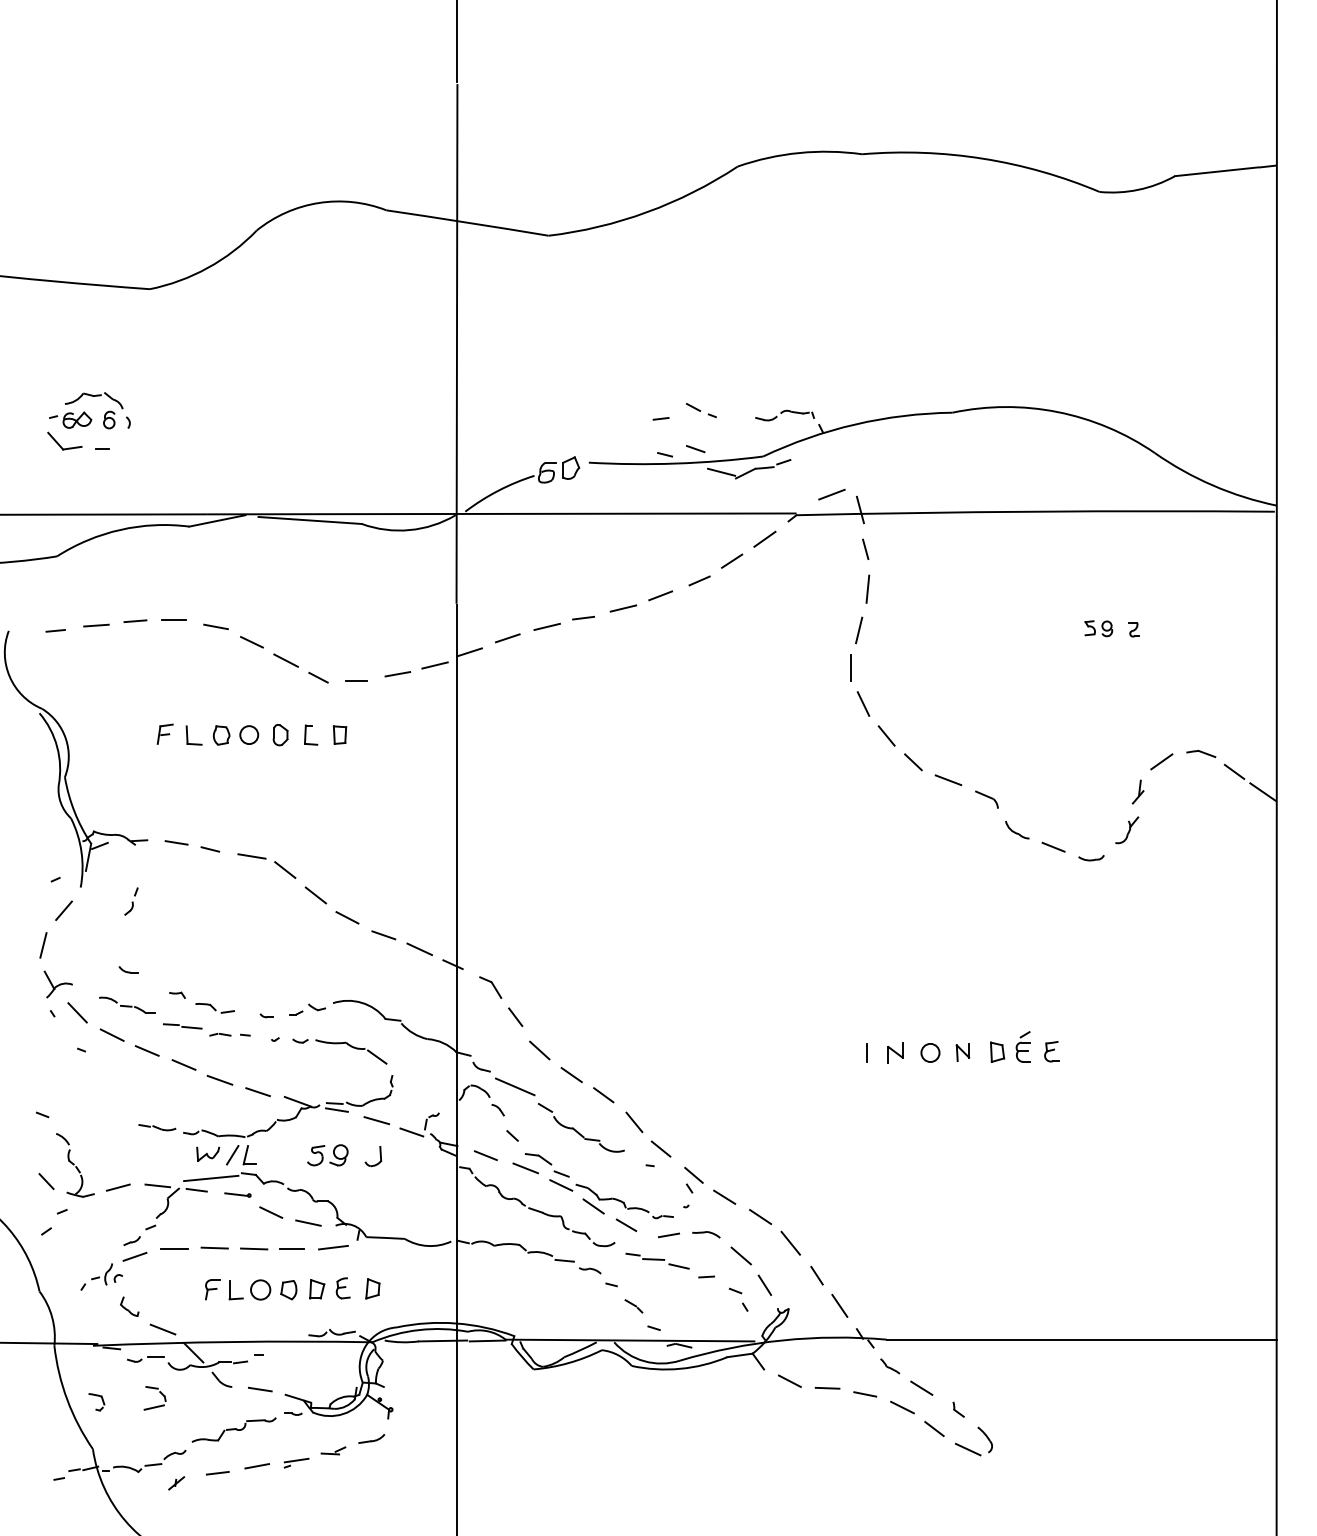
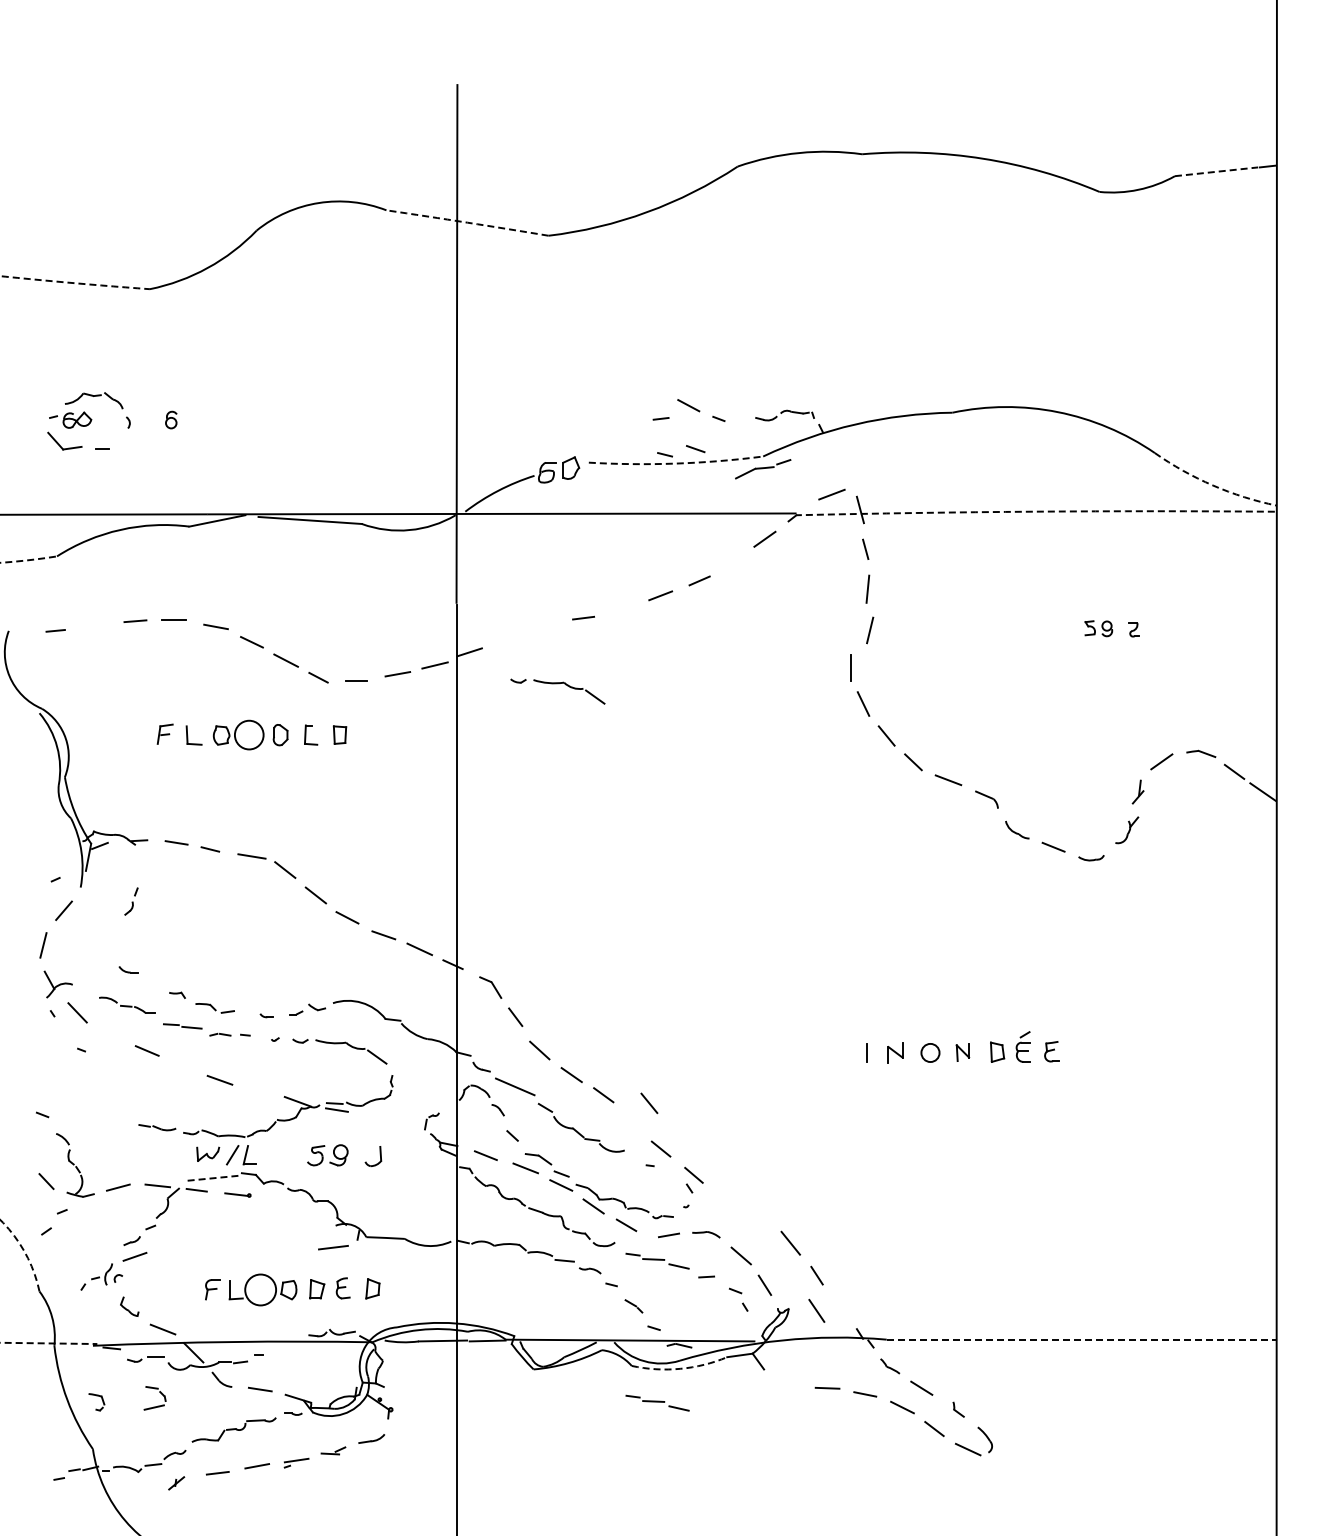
line at (457, 42): present -> none
line at (1216, 171): solid -> dashed
arc at (467, 222): solid -> dashed
arc at (74, 283): solid -> dashed
part at (701, 410) size: 31x17 px -> 49x23 px
part at (109, 419) position: (109, 419) -> (171, 419)
arc at (676, 463): solid -> dashed
line at (721, 471): present -> none
arc at (1213, 485): solid -> dashed
arc at (1035, 511): solid -> dashed
arc at (28, 560): solid -> dashed
line at (732, 560): present -> none
line at (623, 608): present -> none
line at (96, 625): present -> none
line at (546, 626): present -> none
line at (859, 630) position: (859, 630) -> (870, 630)
line at (507, 638): present -> none
part at (557, 684): none -> present
circle at (249, 735) diameter: 18 px -> 29 px
line at (111, 1034): present -> none
line at (183, 1064): present -> none
line at (257, 1092): present -> none
line at (376, 1120): present -> none
line at (634, 1122) position: (634, 1122) -> (649, 1103)
line at (411, 1132): present -> none
line at (210, 1178): solid -> dashed
line at (724, 1196): present -> none
line at (271, 1212): present -> none
line at (760, 1217): present -> none
line at (308, 1222): present -> none
line at (214, 1247): present -> none
line at (174, 1248): present -> none
line at (254, 1248): present -> none
line at (291, 1249): present -> none
arc at (24, 1252): solid -> dashed
circle at (260, 1289) diameter: 19 px -> 31 px
line at (839, 1305) position: (839, 1305) -> (816, 1310)
line at (1082, 1339): solid -> dashed
line at (49, 1343): solid -> dashed
arc at (680, 1368): solid -> dashed
line at (789, 1380): present -> none
part at (657, 1402): none -> present
